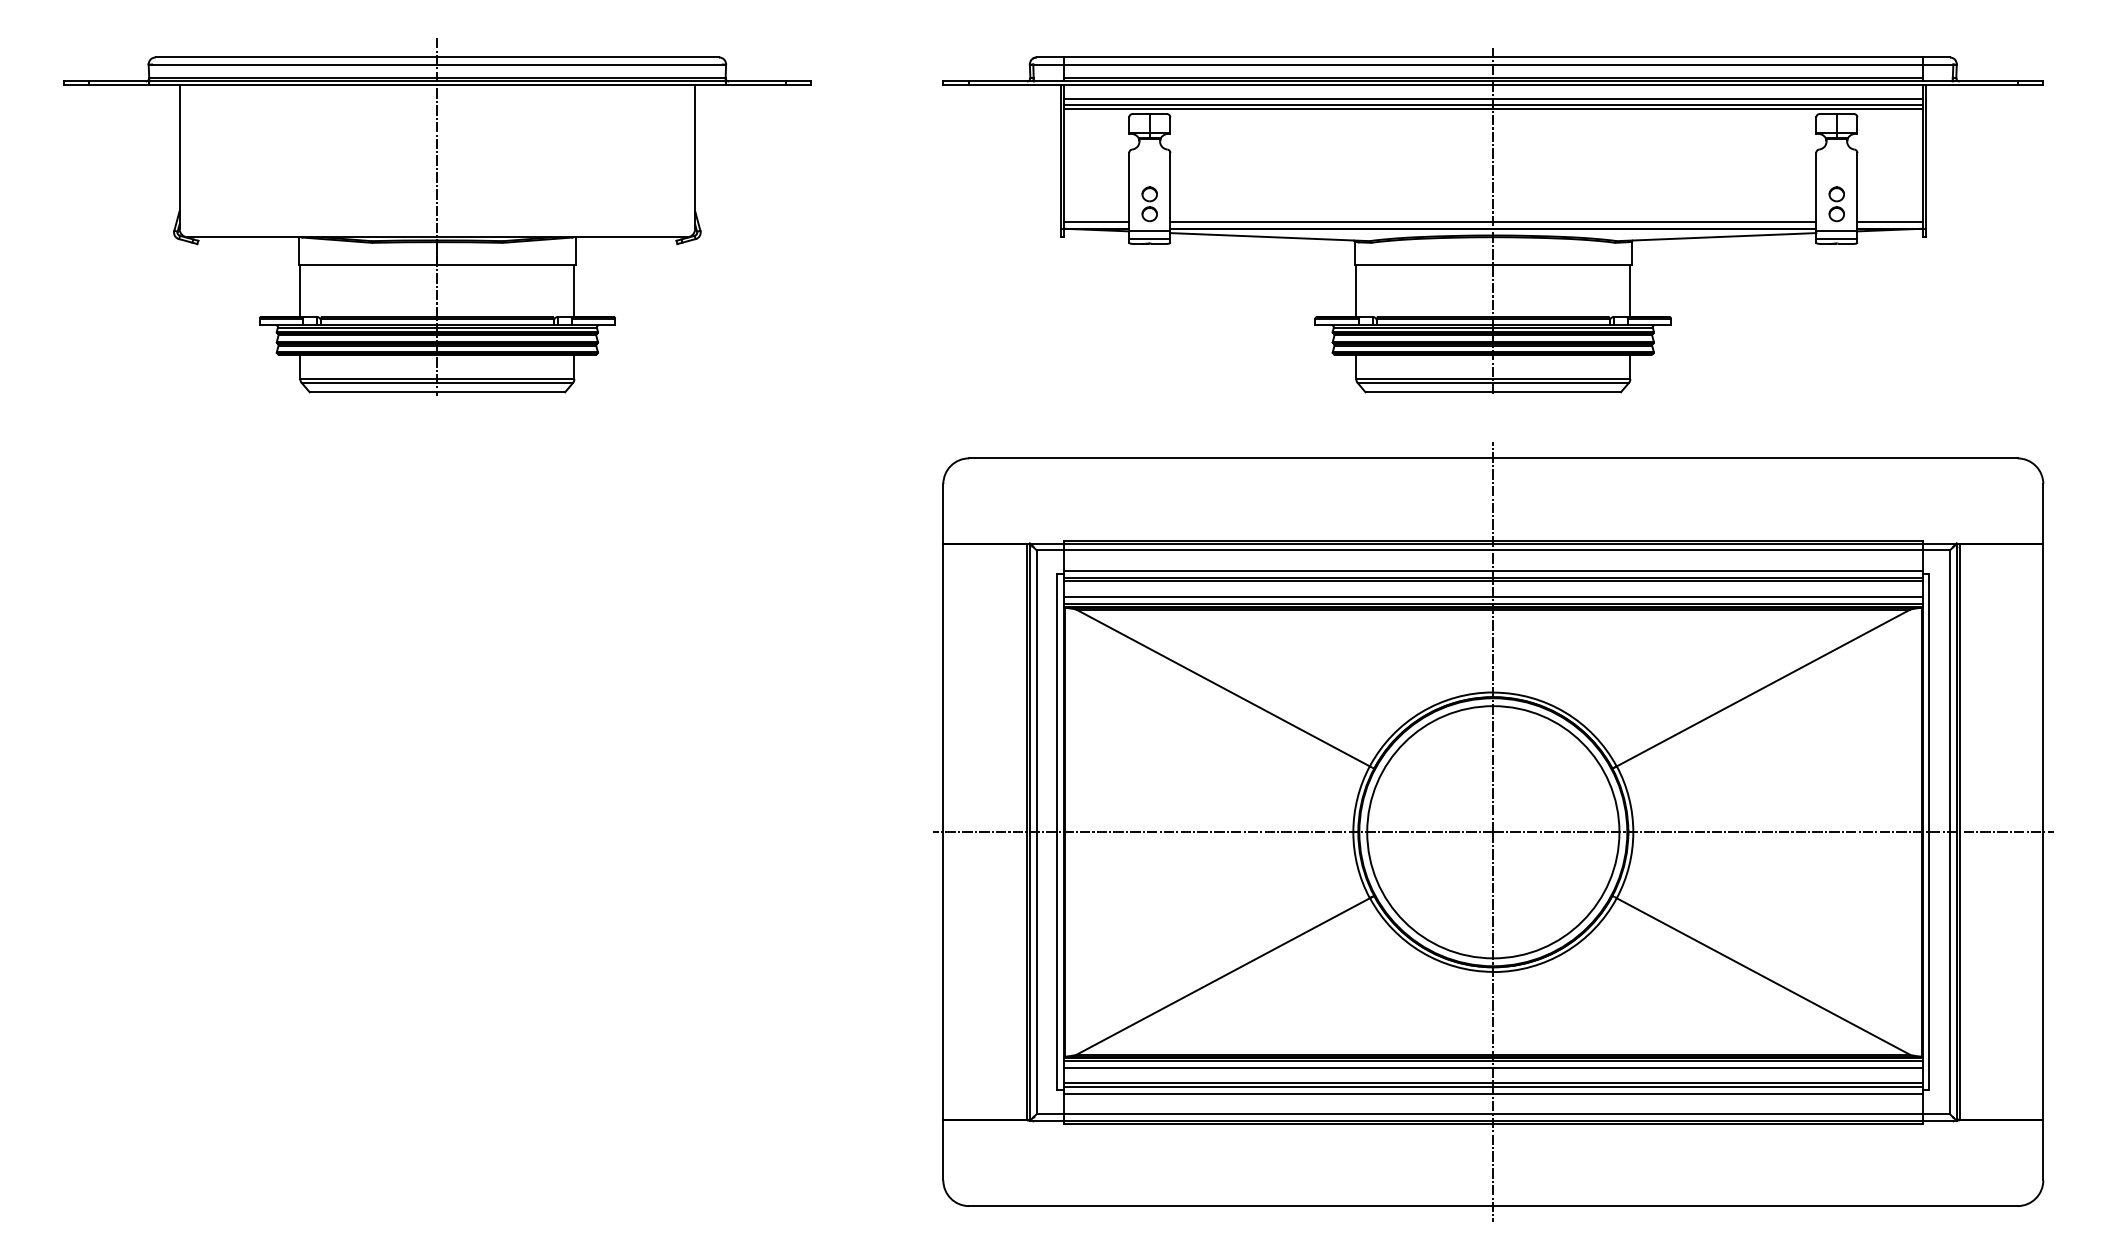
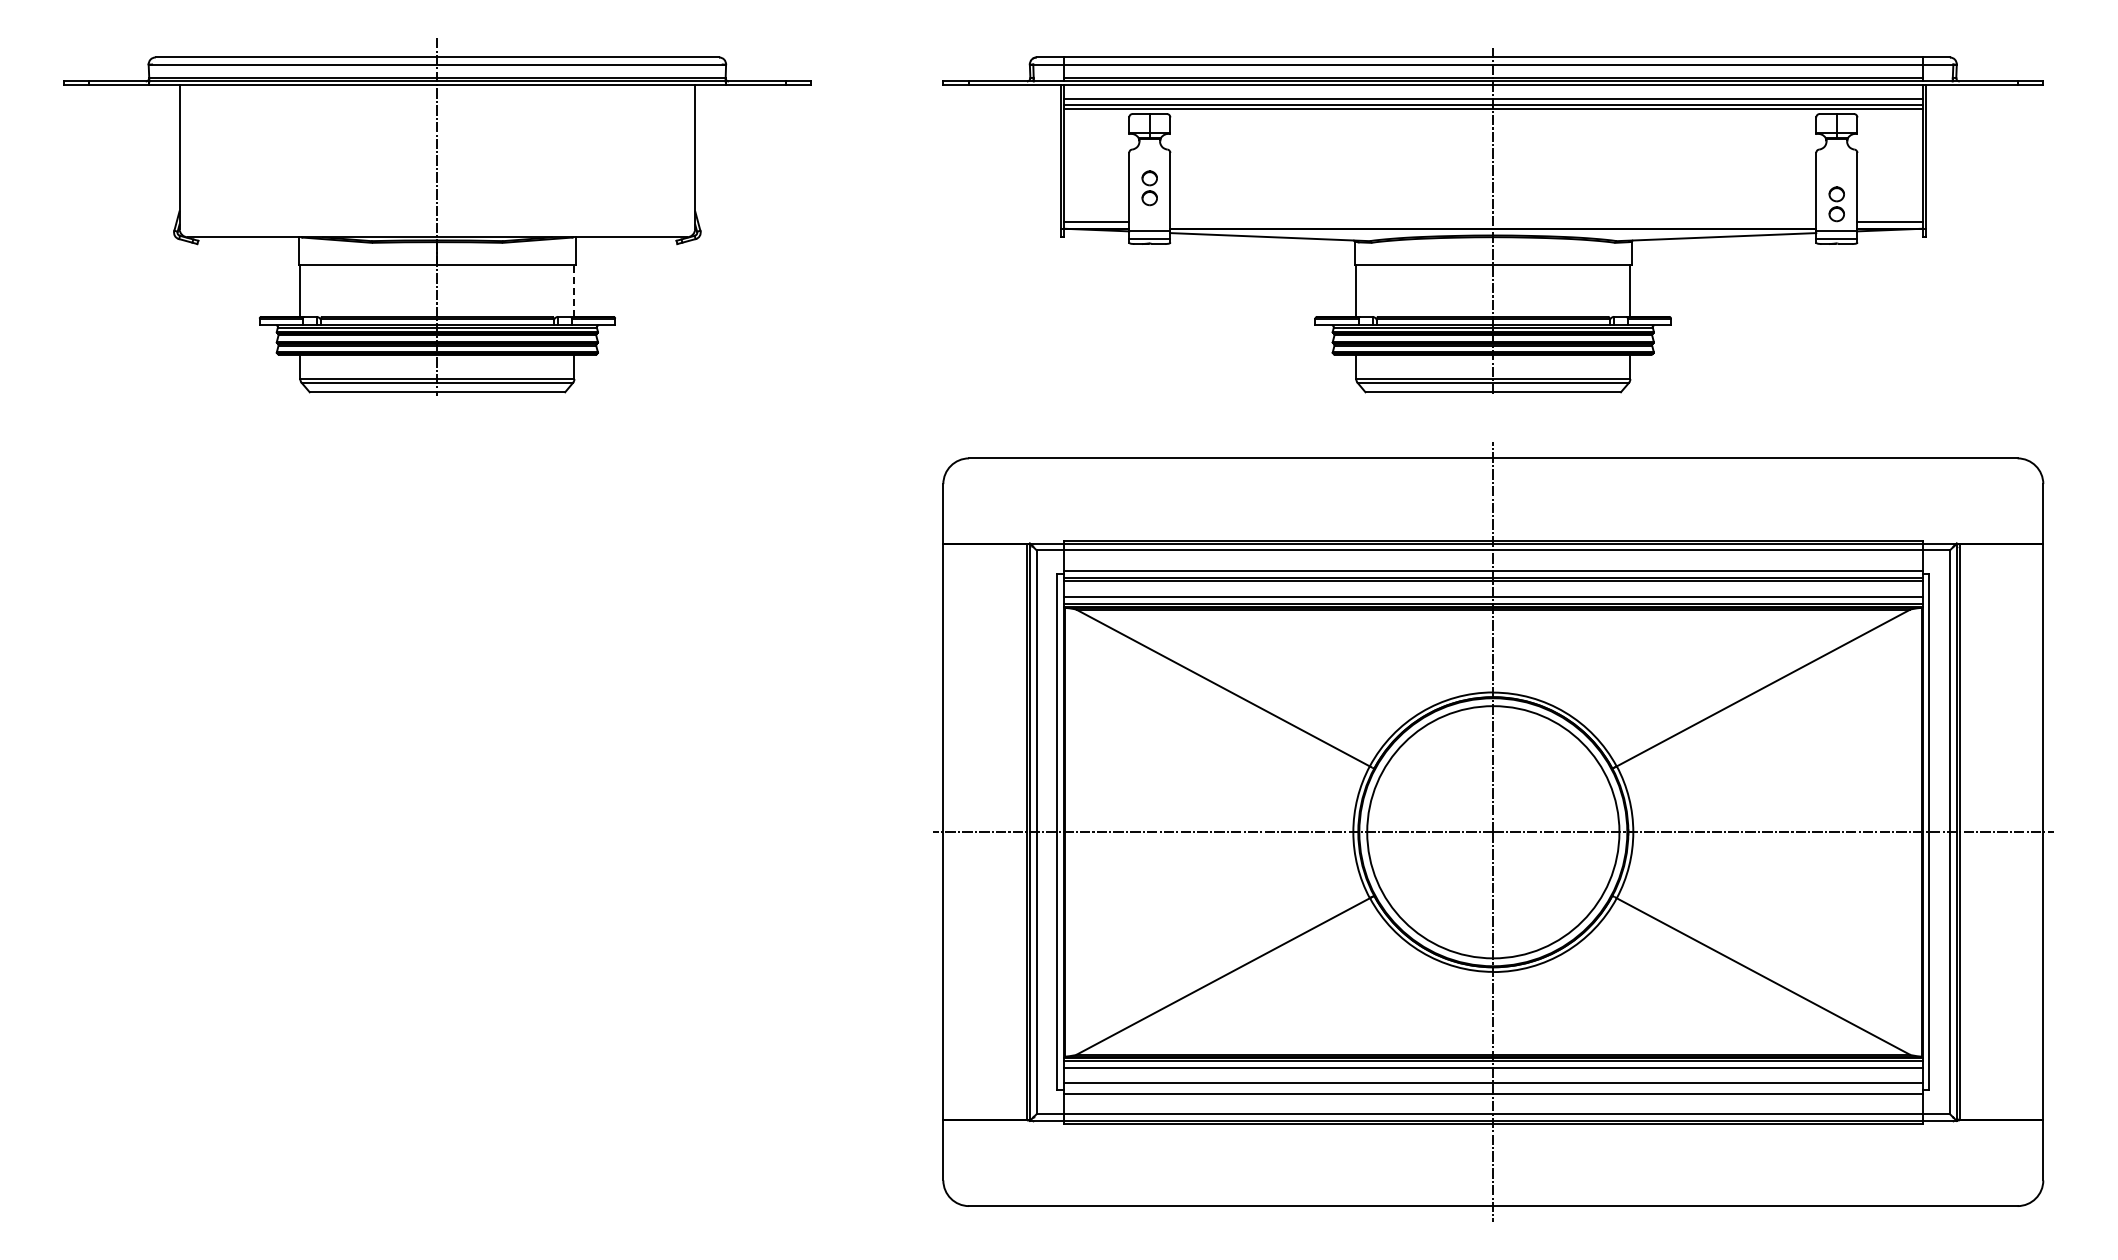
part at (1149, 204) position: (1149, 204) -> (1149, 188)
line at (1493, 221): present -> none
line at (574, 291): solid -> dashed
line at (1493, 1086): present -> none
